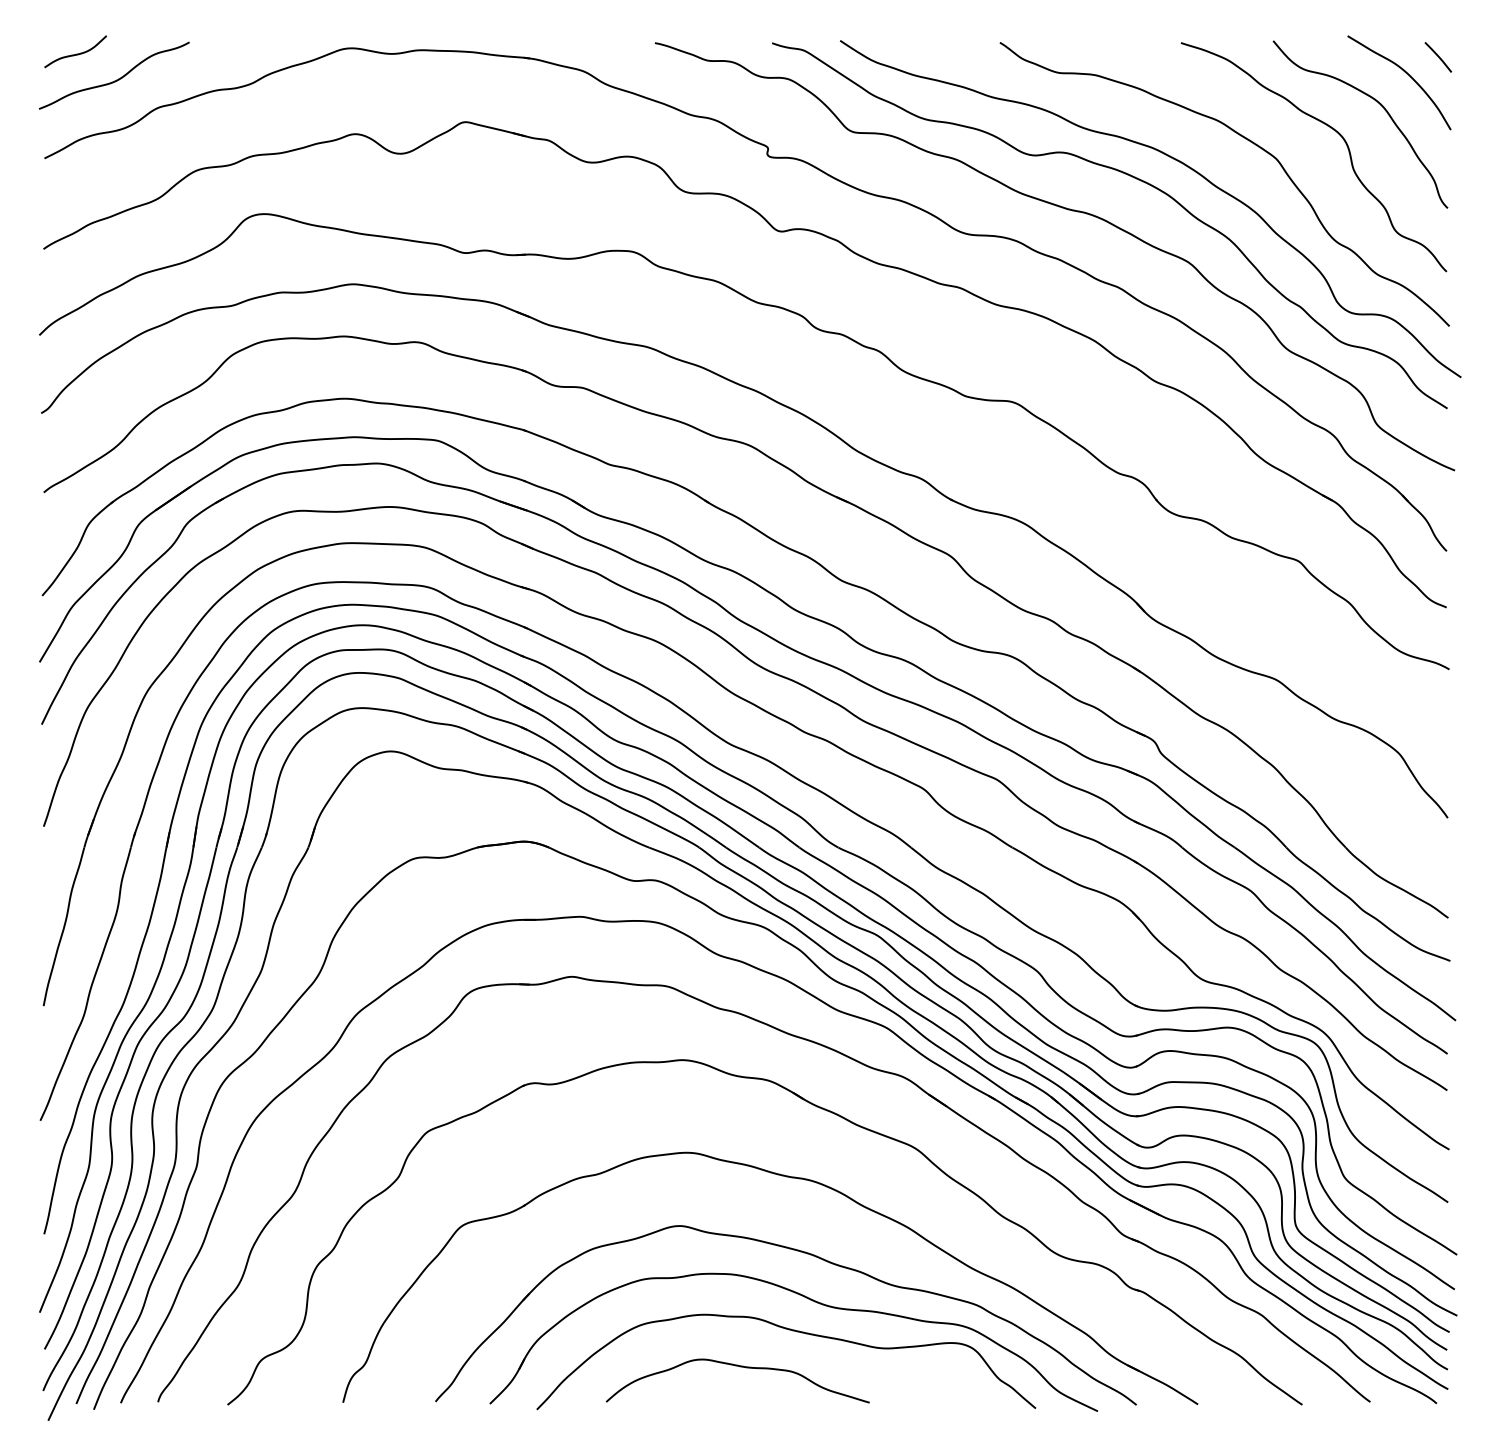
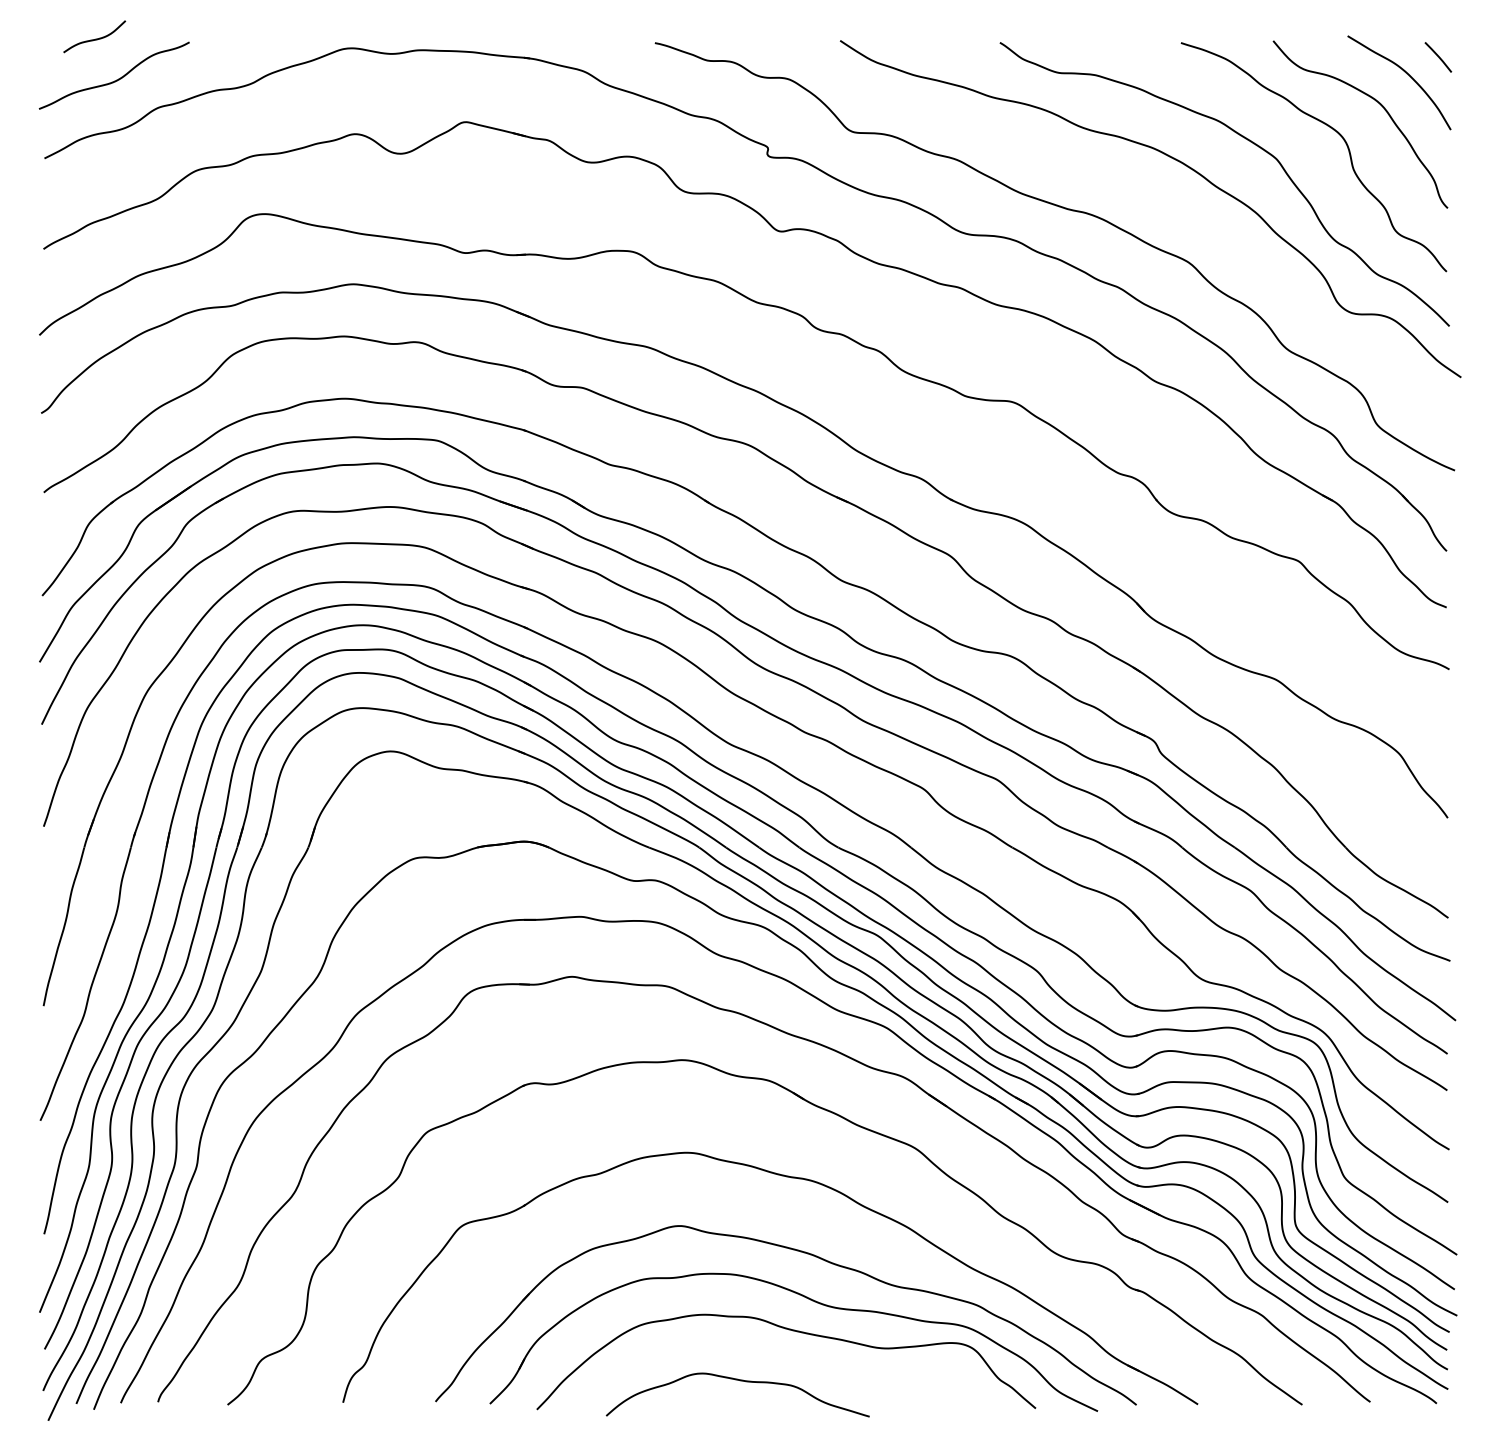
curve at (76, 53) position: (76, 53) -> (95, 38)
curve at (1129, 176): present -> none
curve at (740, 1367) position: (740, 1367) -> (740, 1381)
